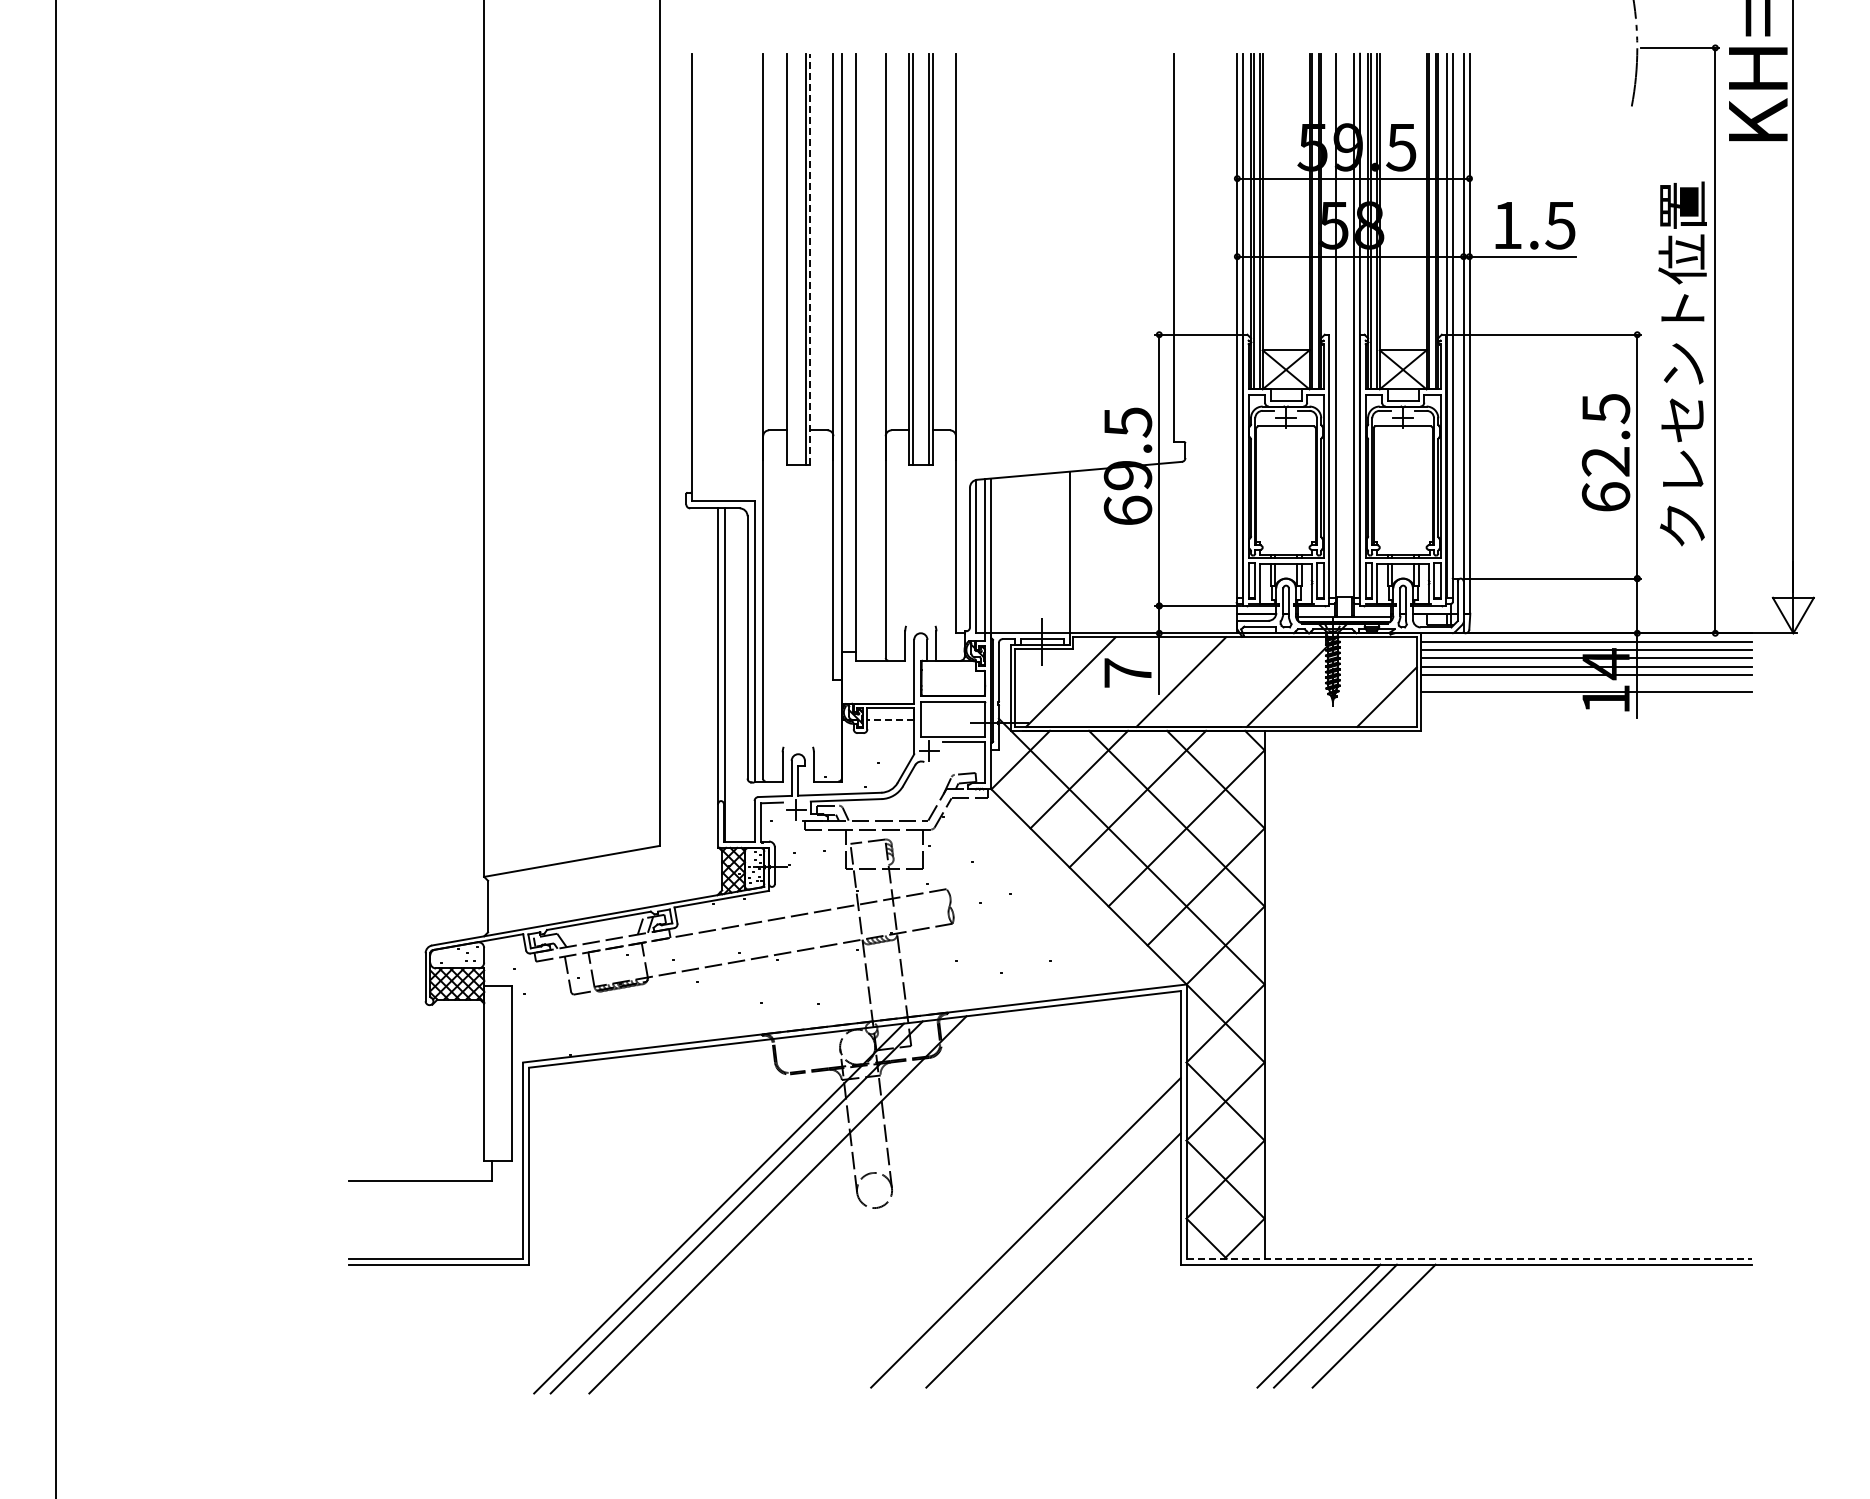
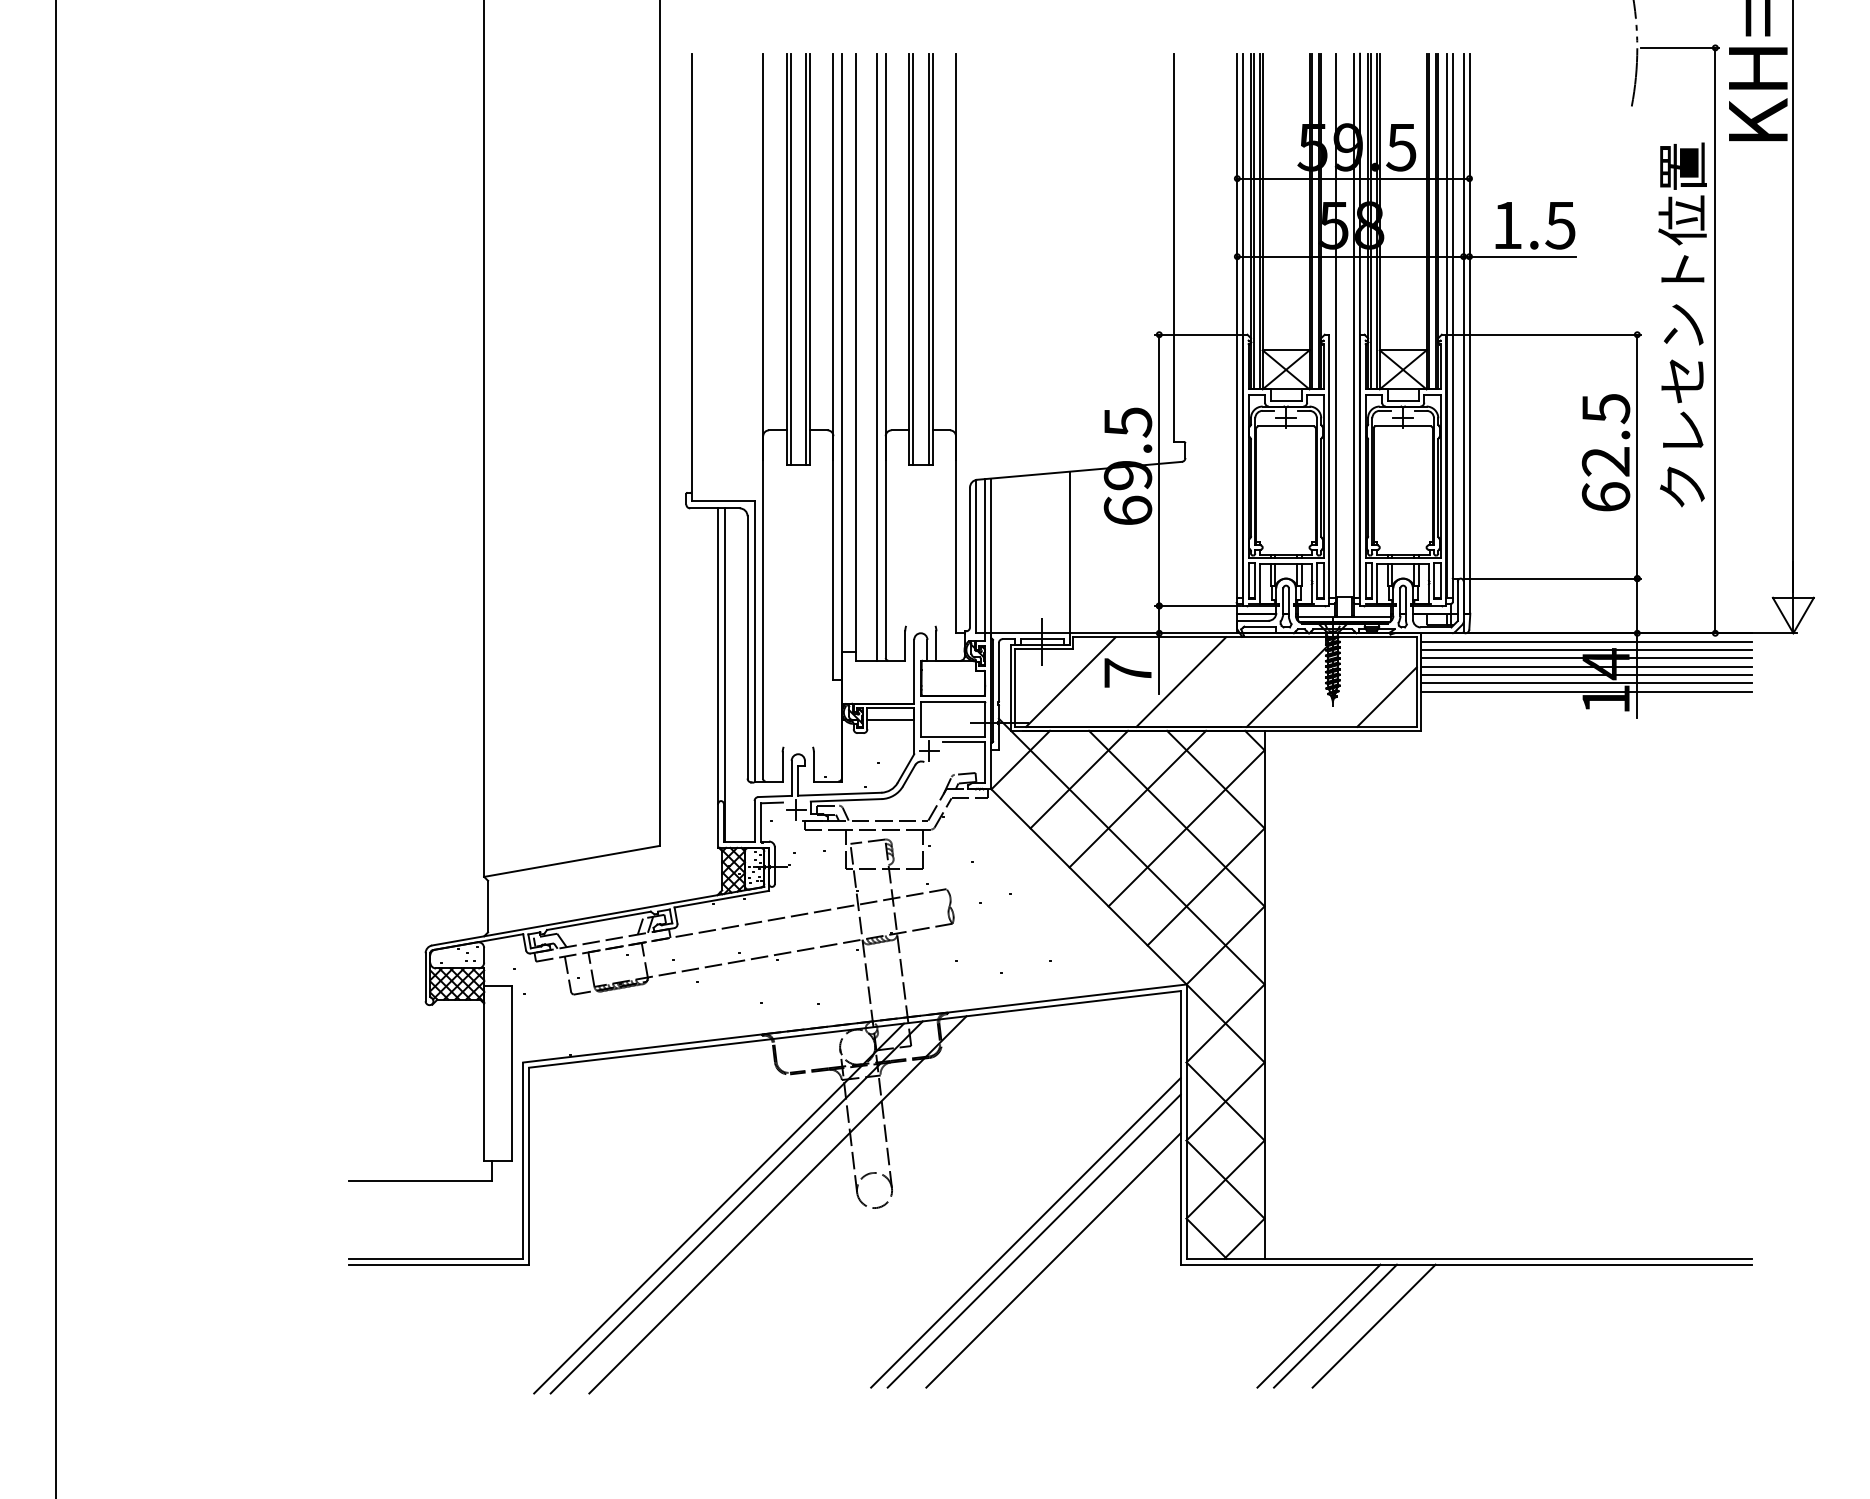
line at (790, 259): none -> present
line at (810, 259): dashed -> solid
line at (877, 356): none -> present
text at (1682, 363) position: (1682, 363) -> (1682, 324)
line at (1586, 683): none -> present
line at (890, 720): dashed -> solid
line at (1033, 1240): none -> present
line at (1469, 1258): dashed -> solid
